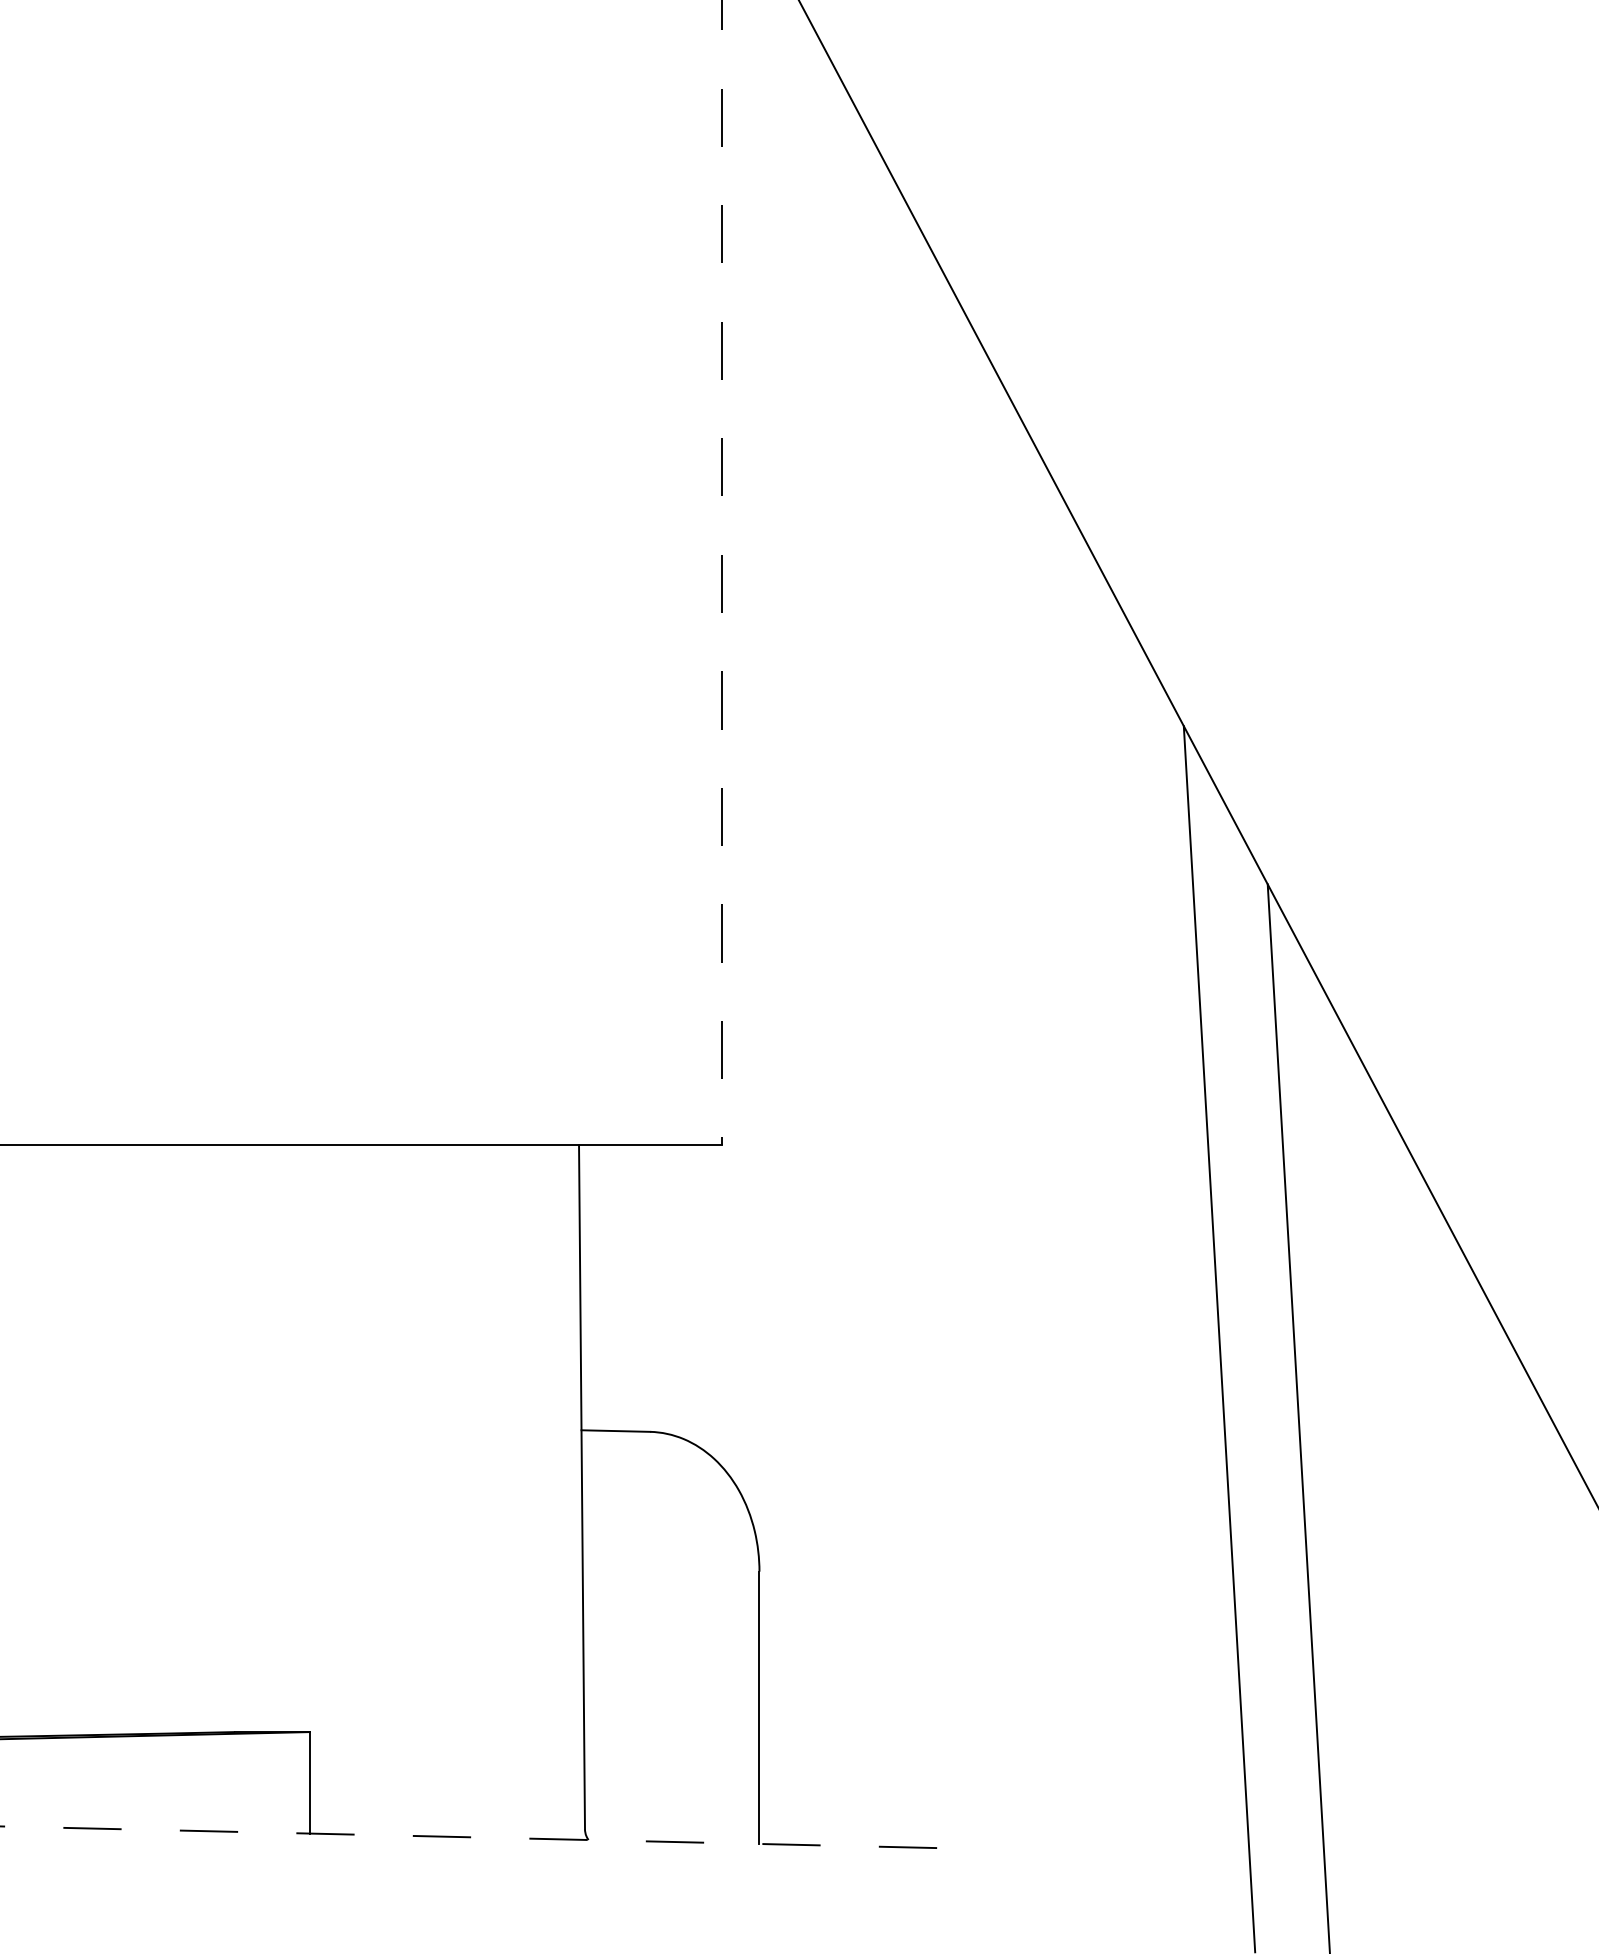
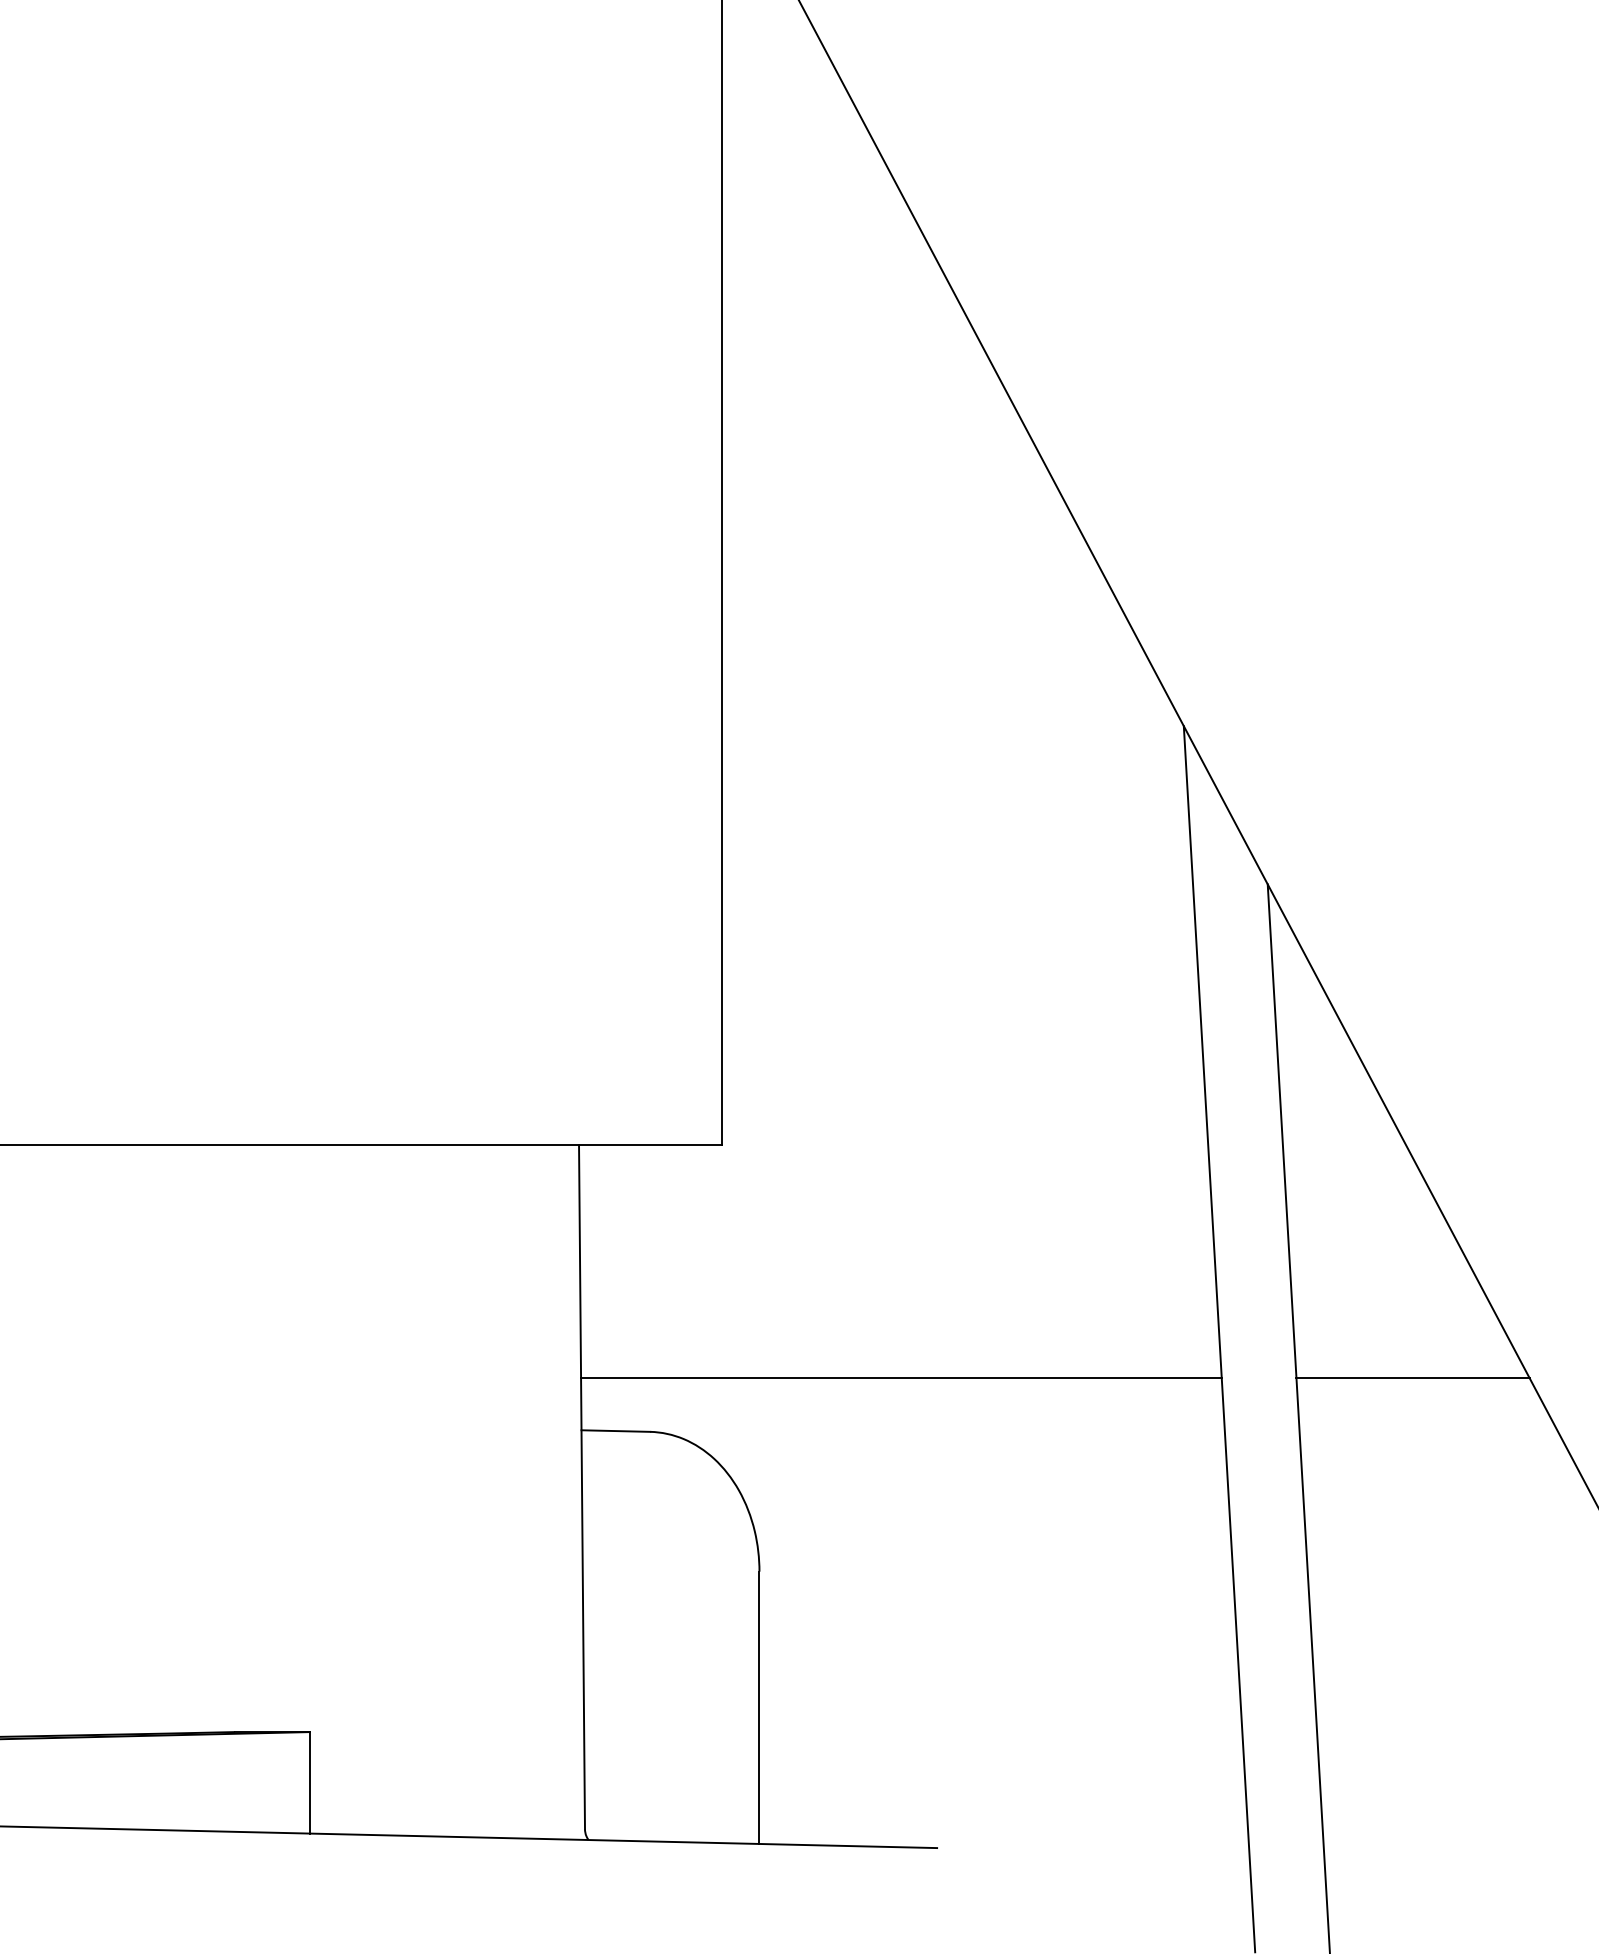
line at (722, 573): dashed -> solid
line at (901, 1378): none -> present
line at (1412, 1378): none -> present
line at (468, 1837): dashed -> solid
